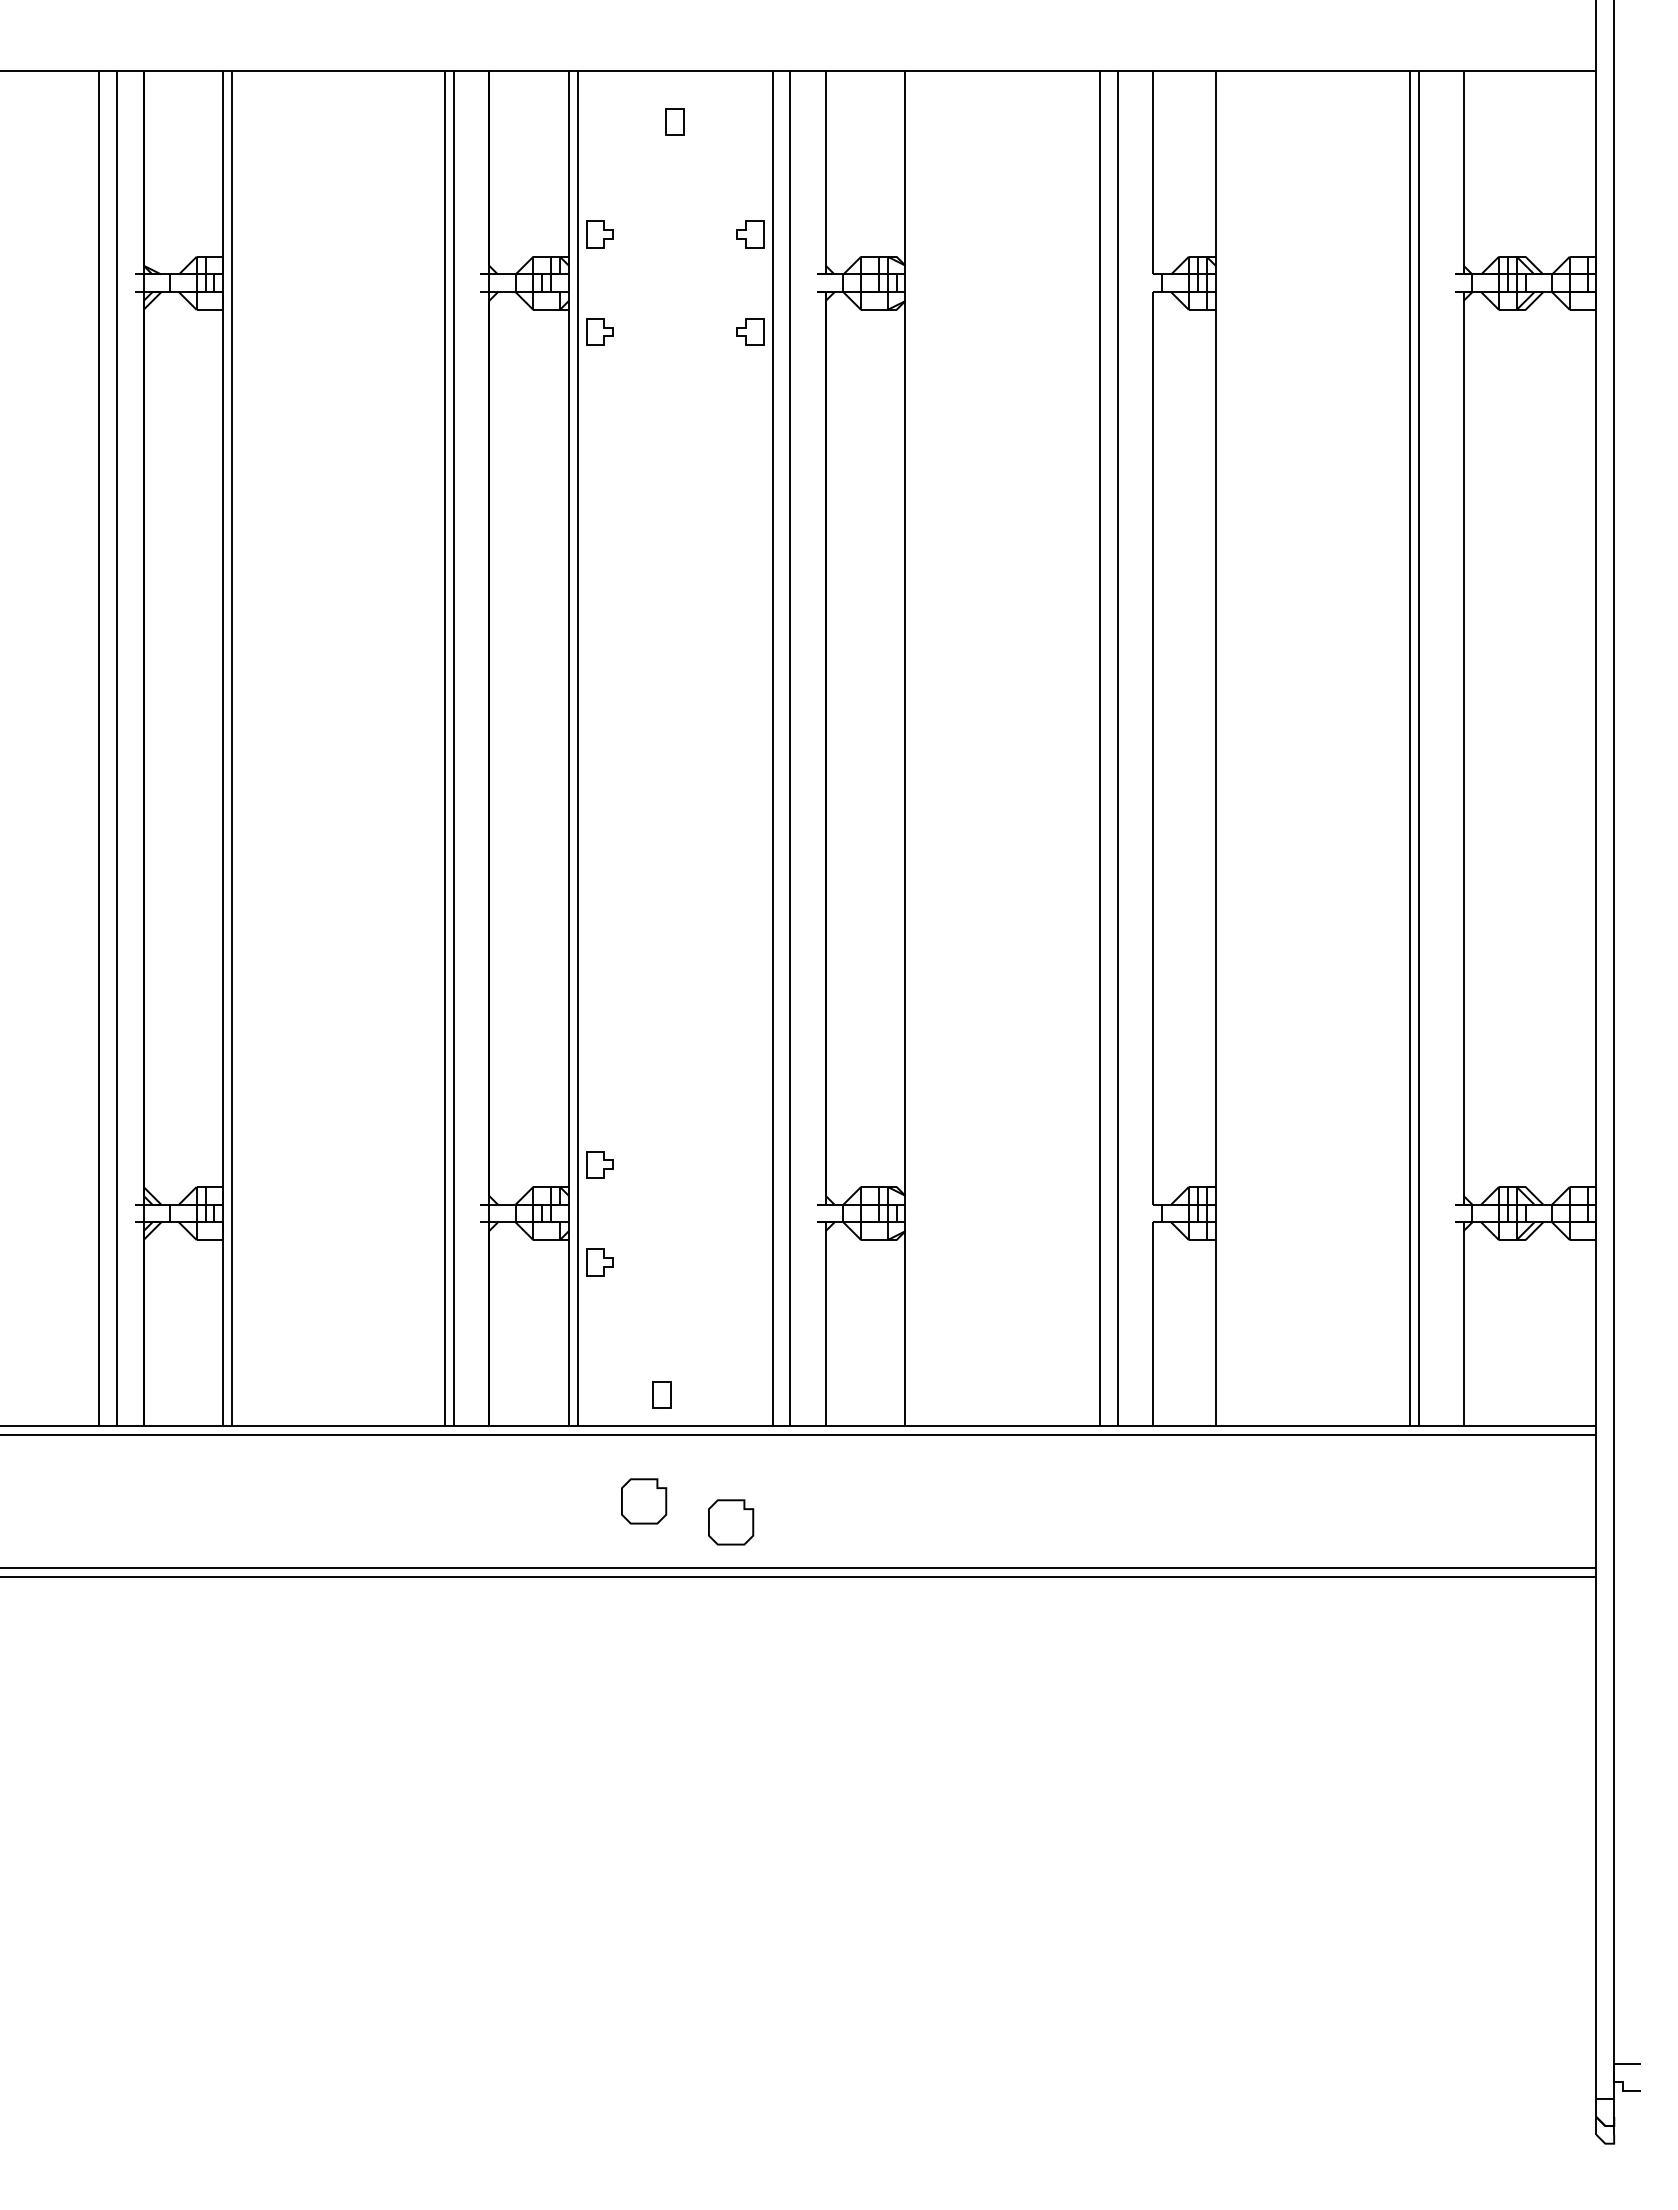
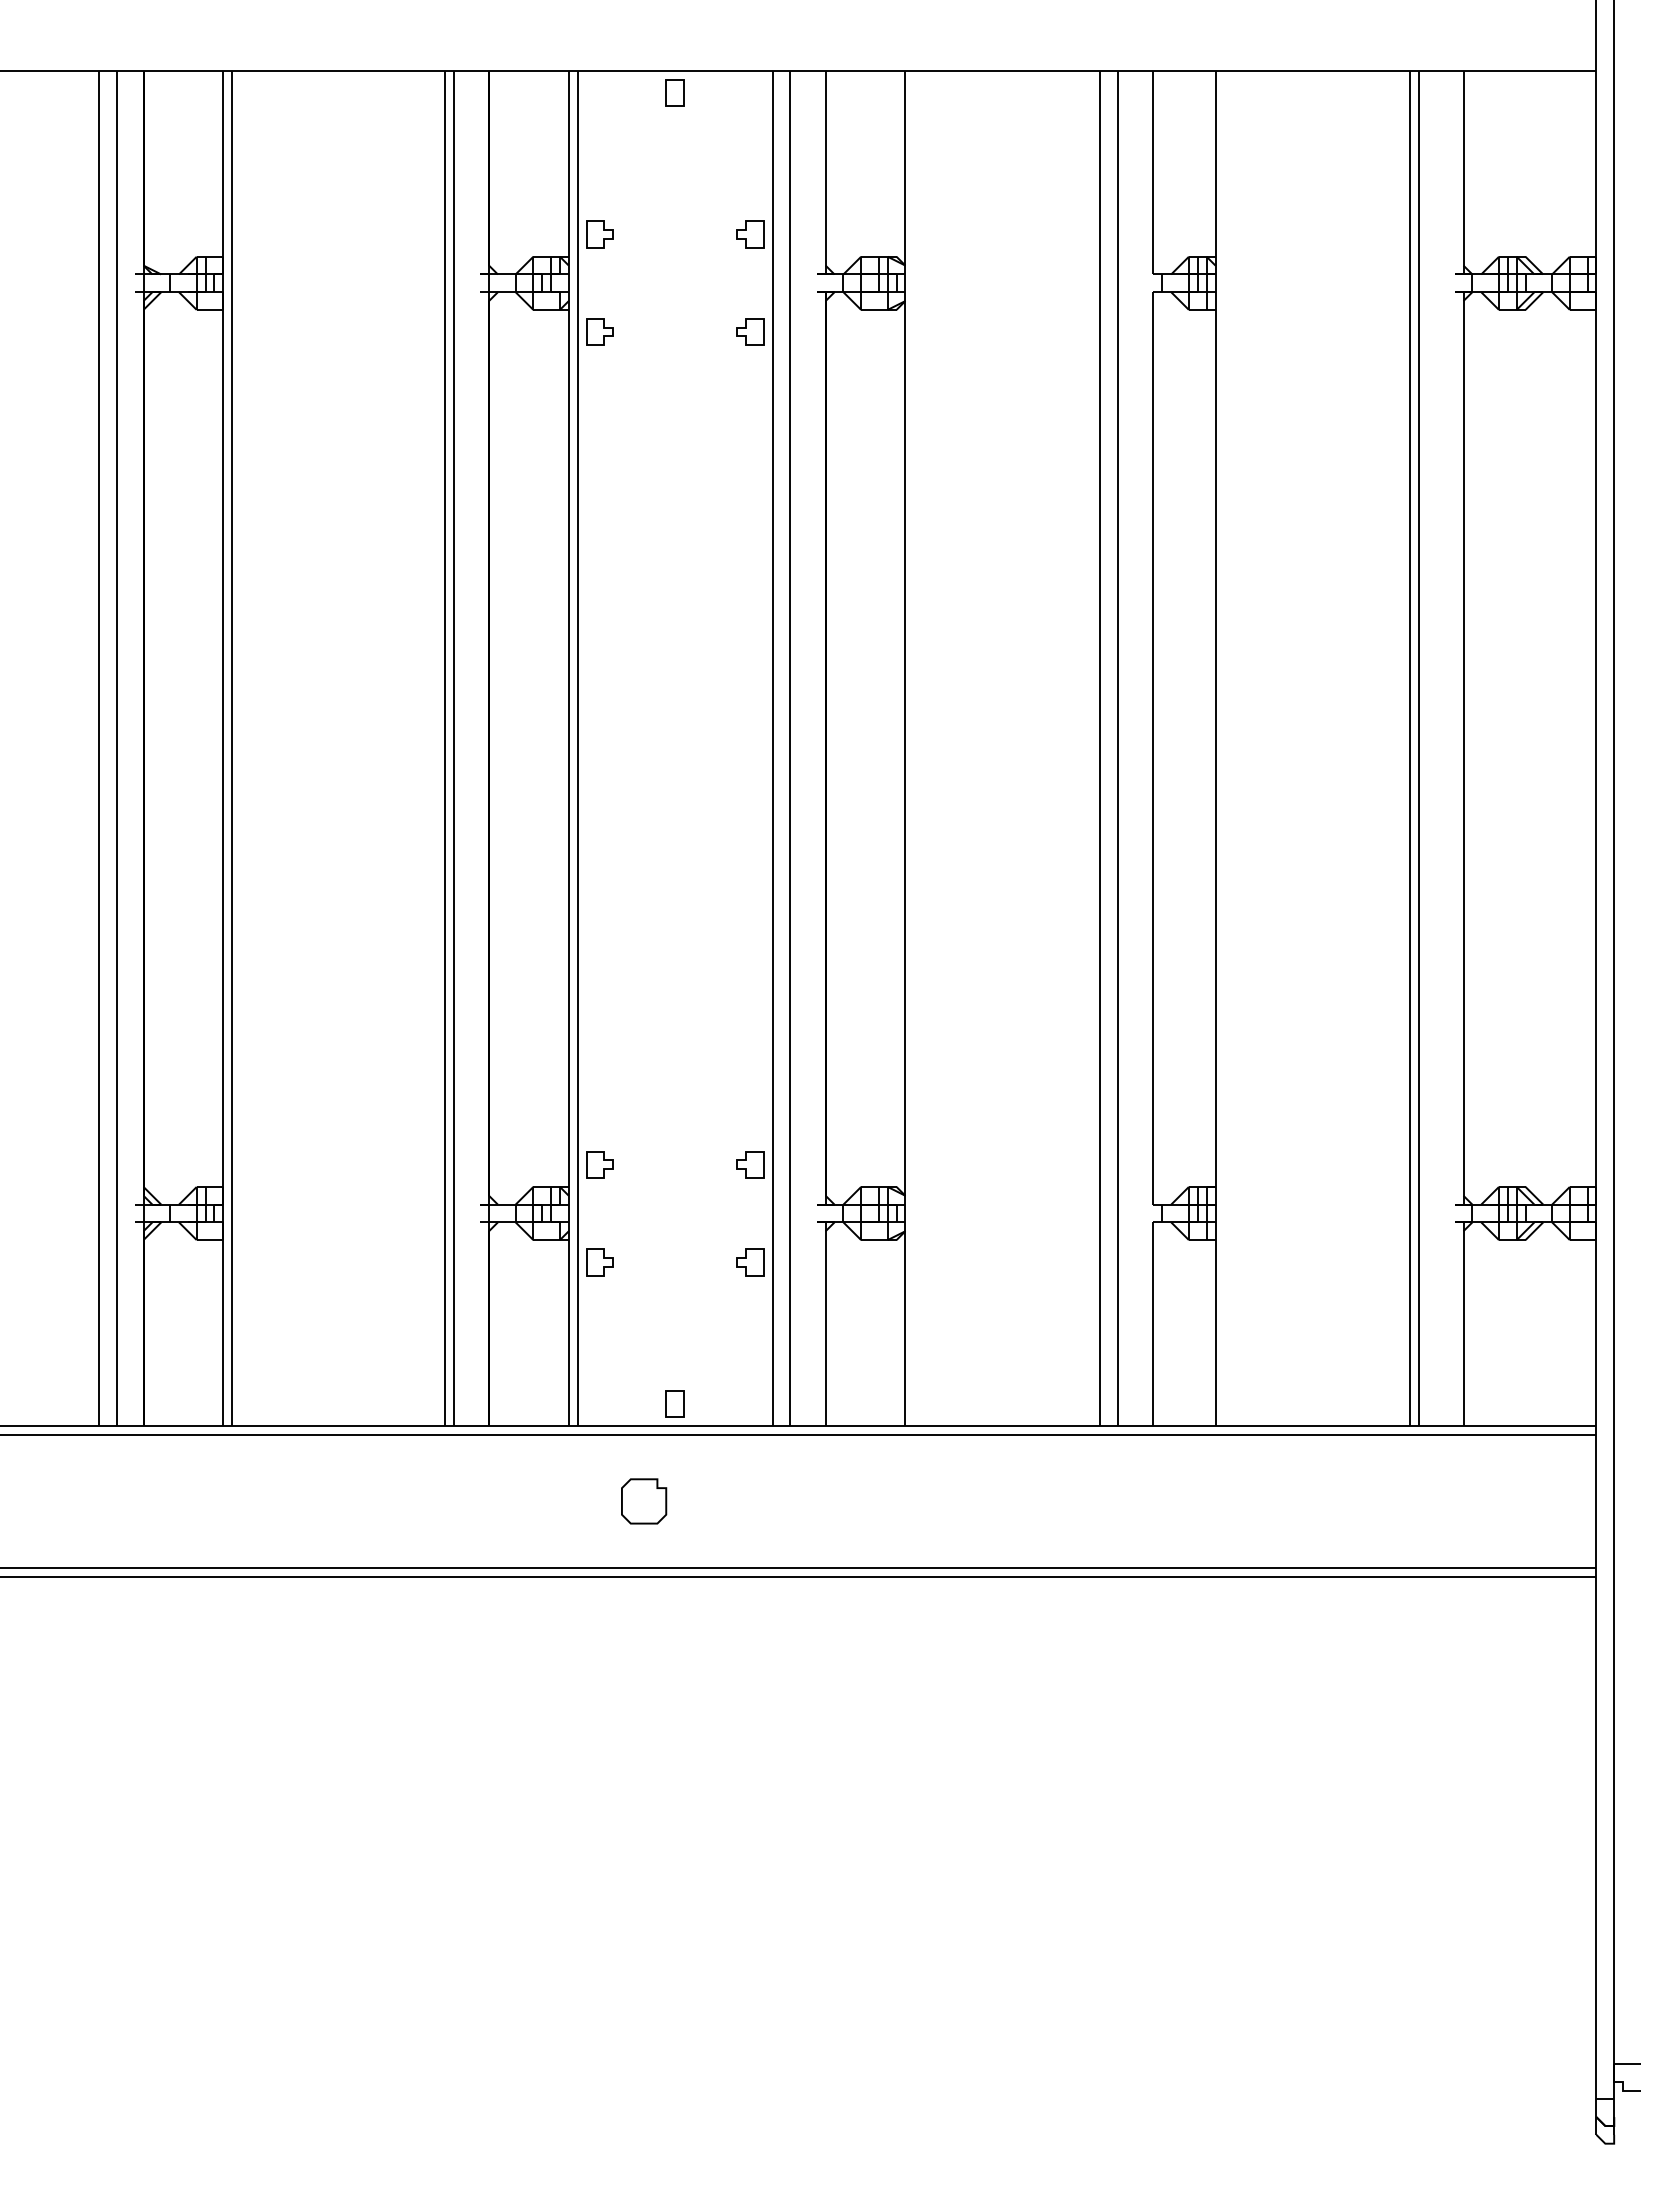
part at (674, 121) position: (674, 121) -> (674, 92)
part at (750, 1164): none -> present
part at (750, 1262): none -> present
part at (661, 1394) position: (661, 1394) -> (674, 1403)
part at (731, 1522): present -> none
